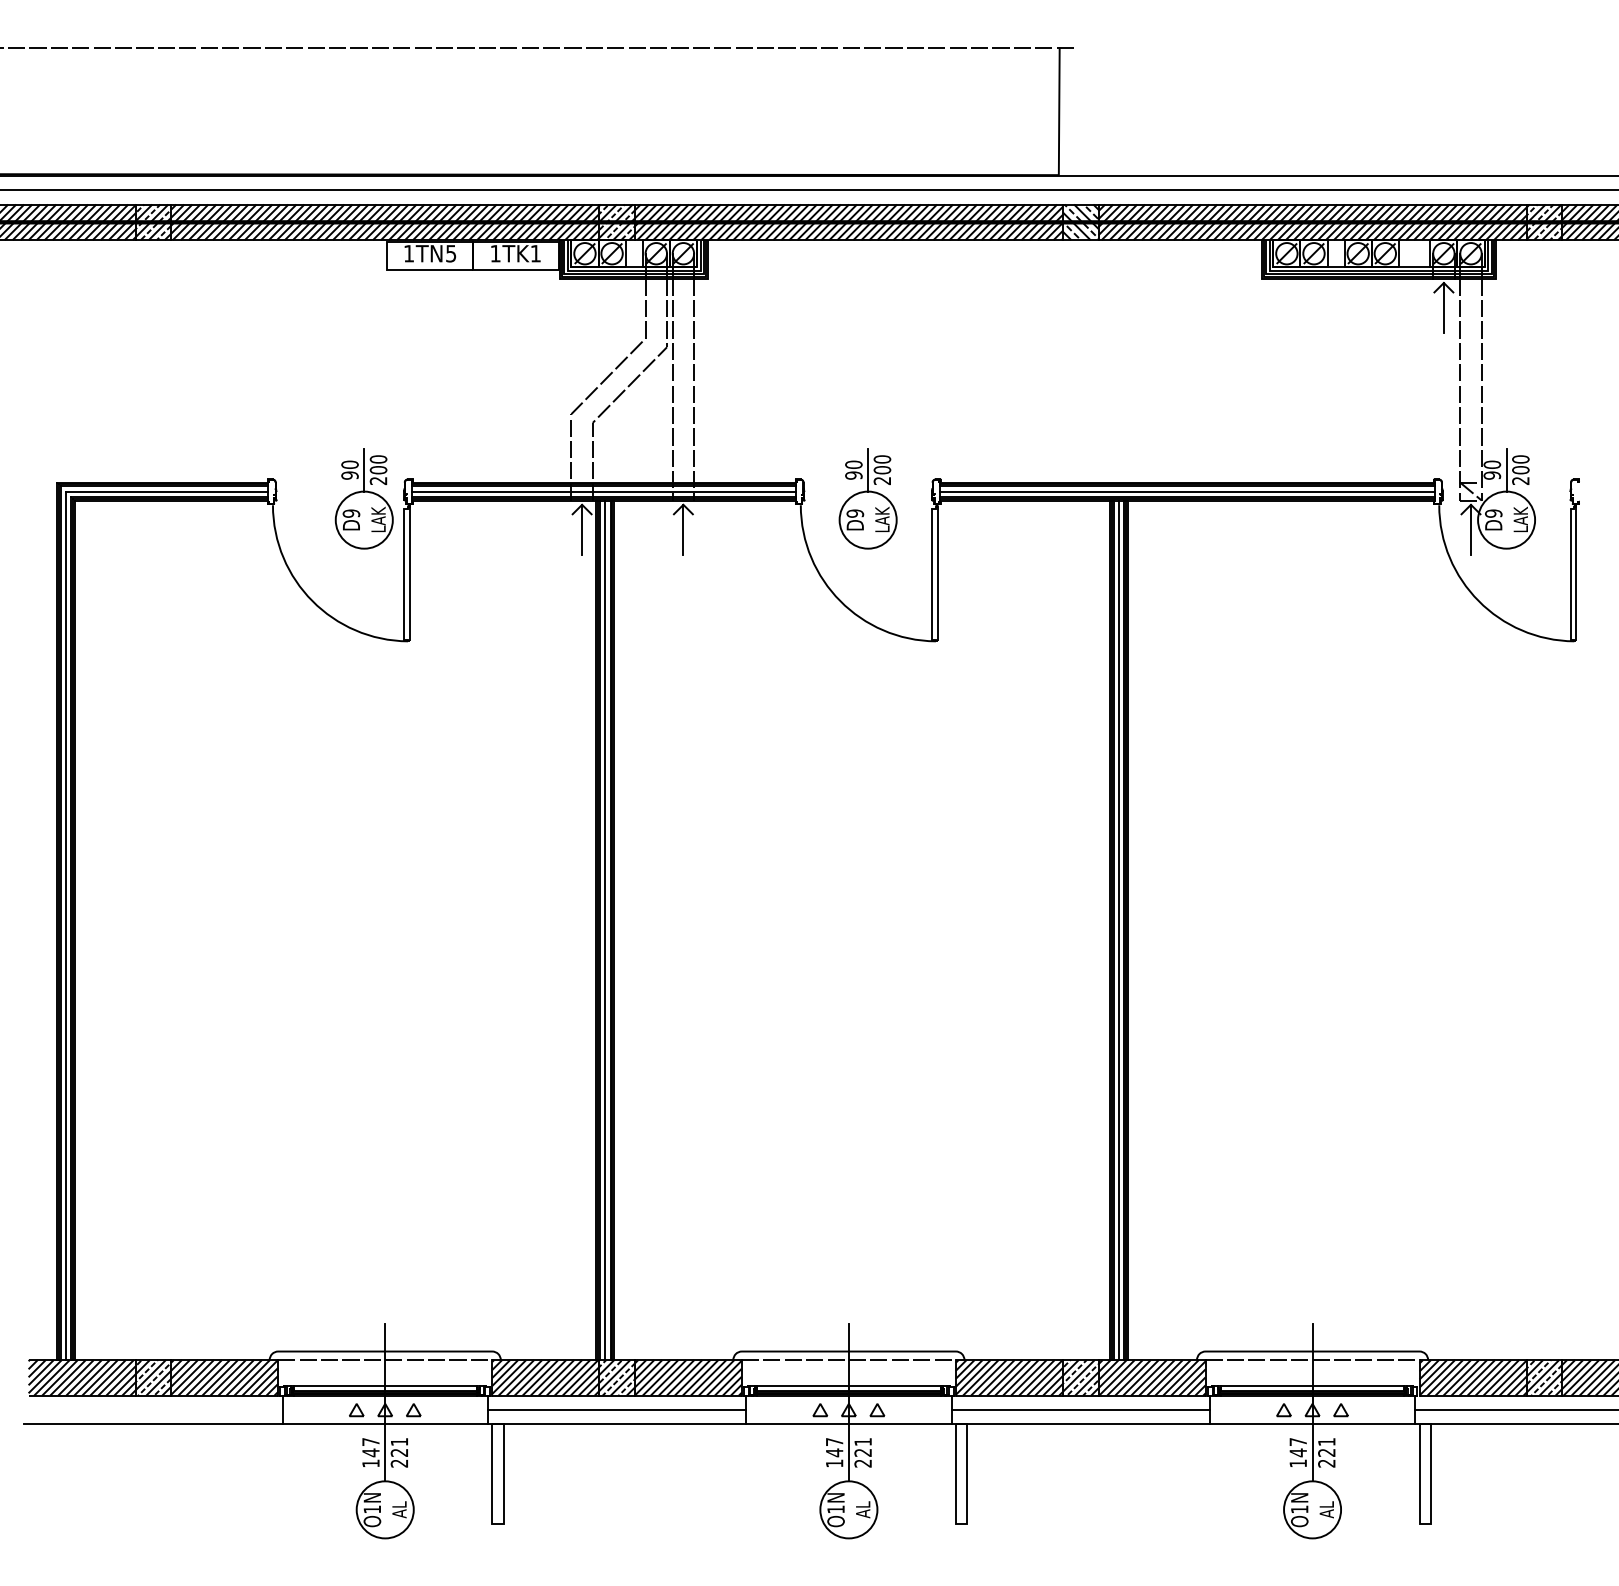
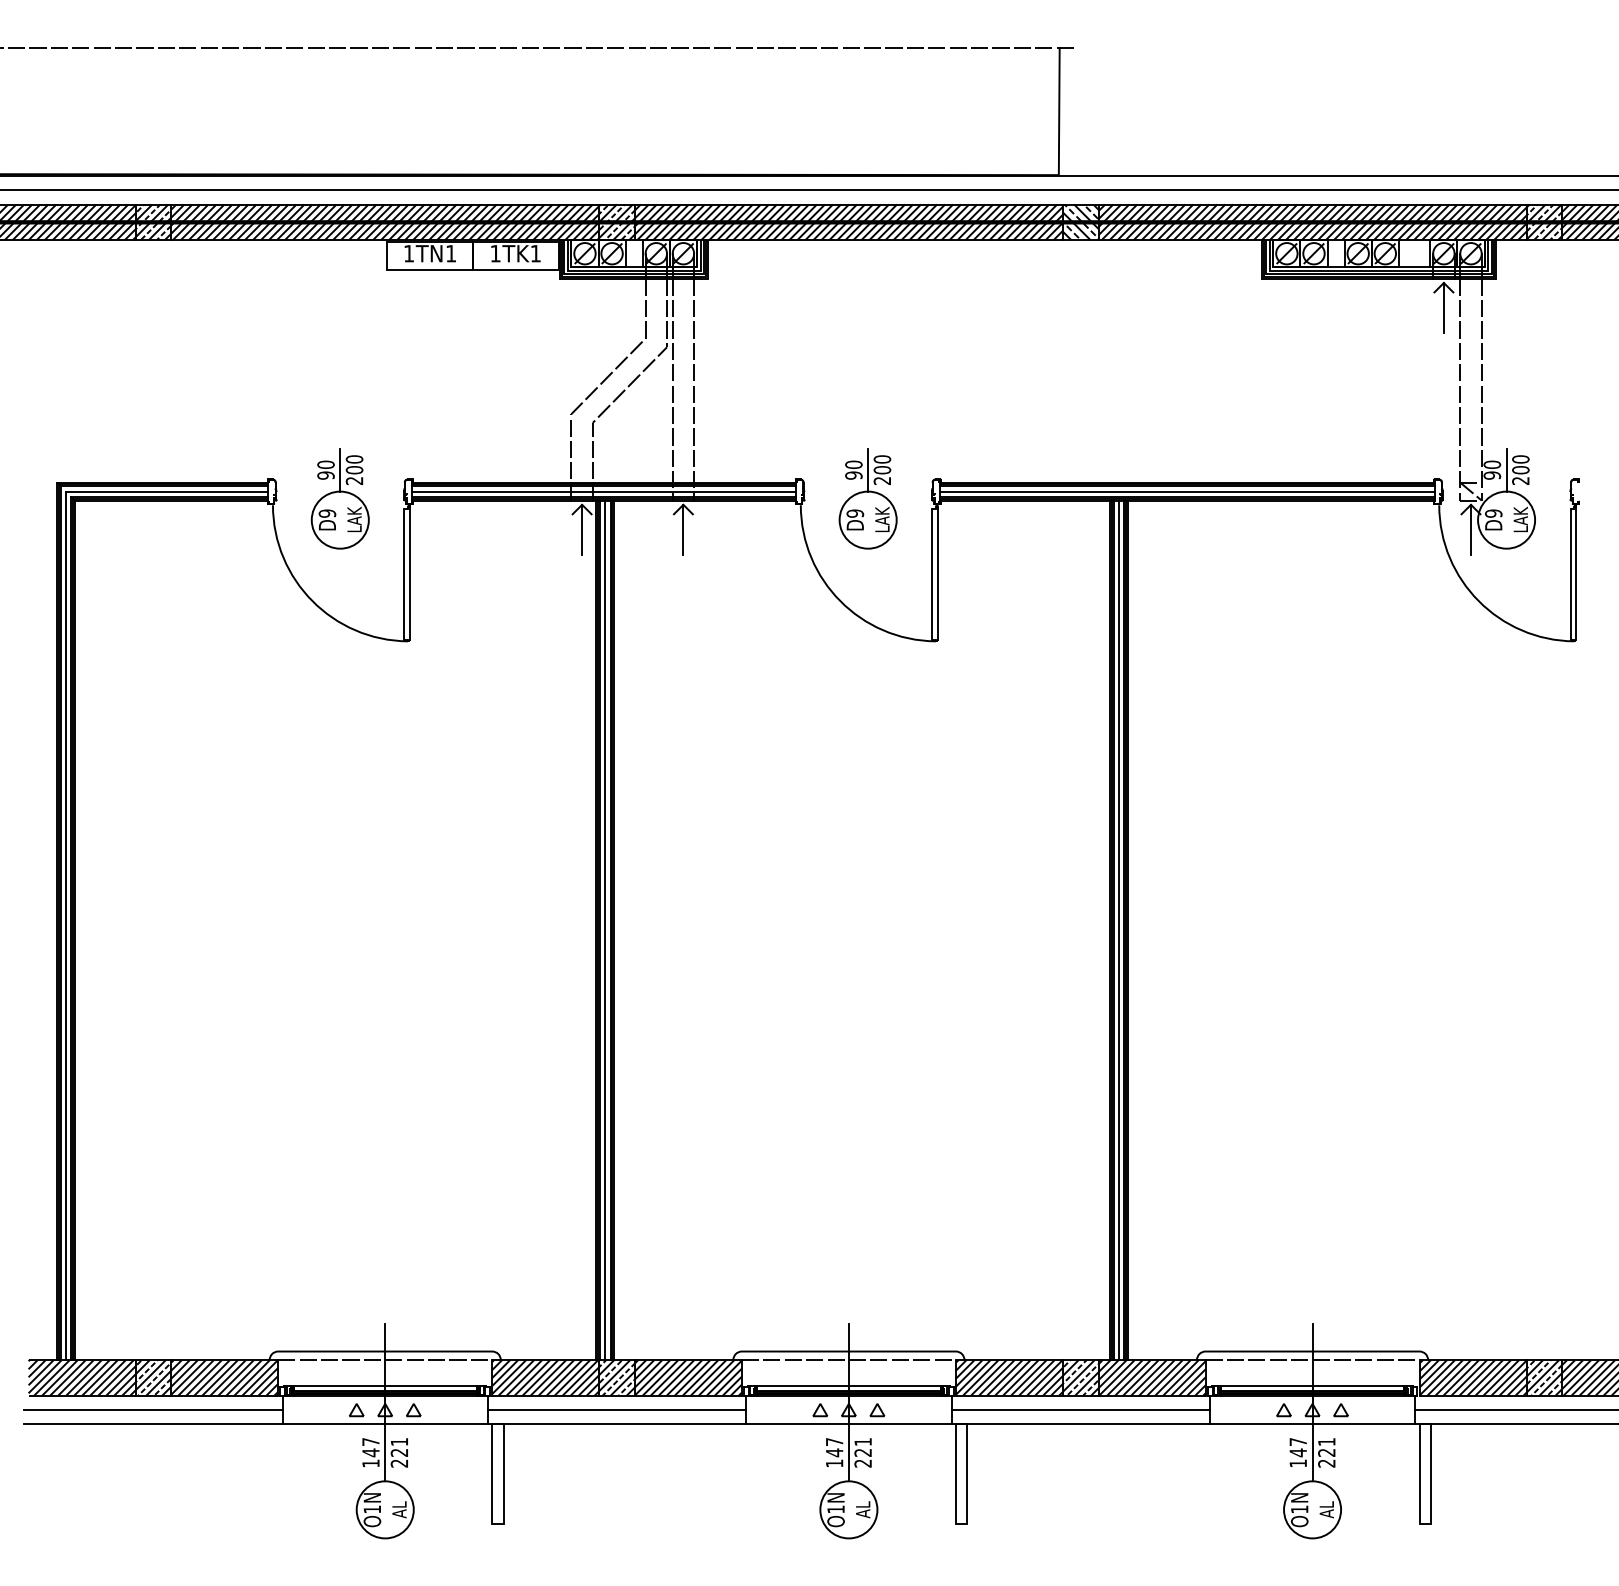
text at (451, 253): 1TN5 -> 1TN1
part at (363, 498) position: (363, 498) -> (339, 498)
line at (153, 1410): none -> present
